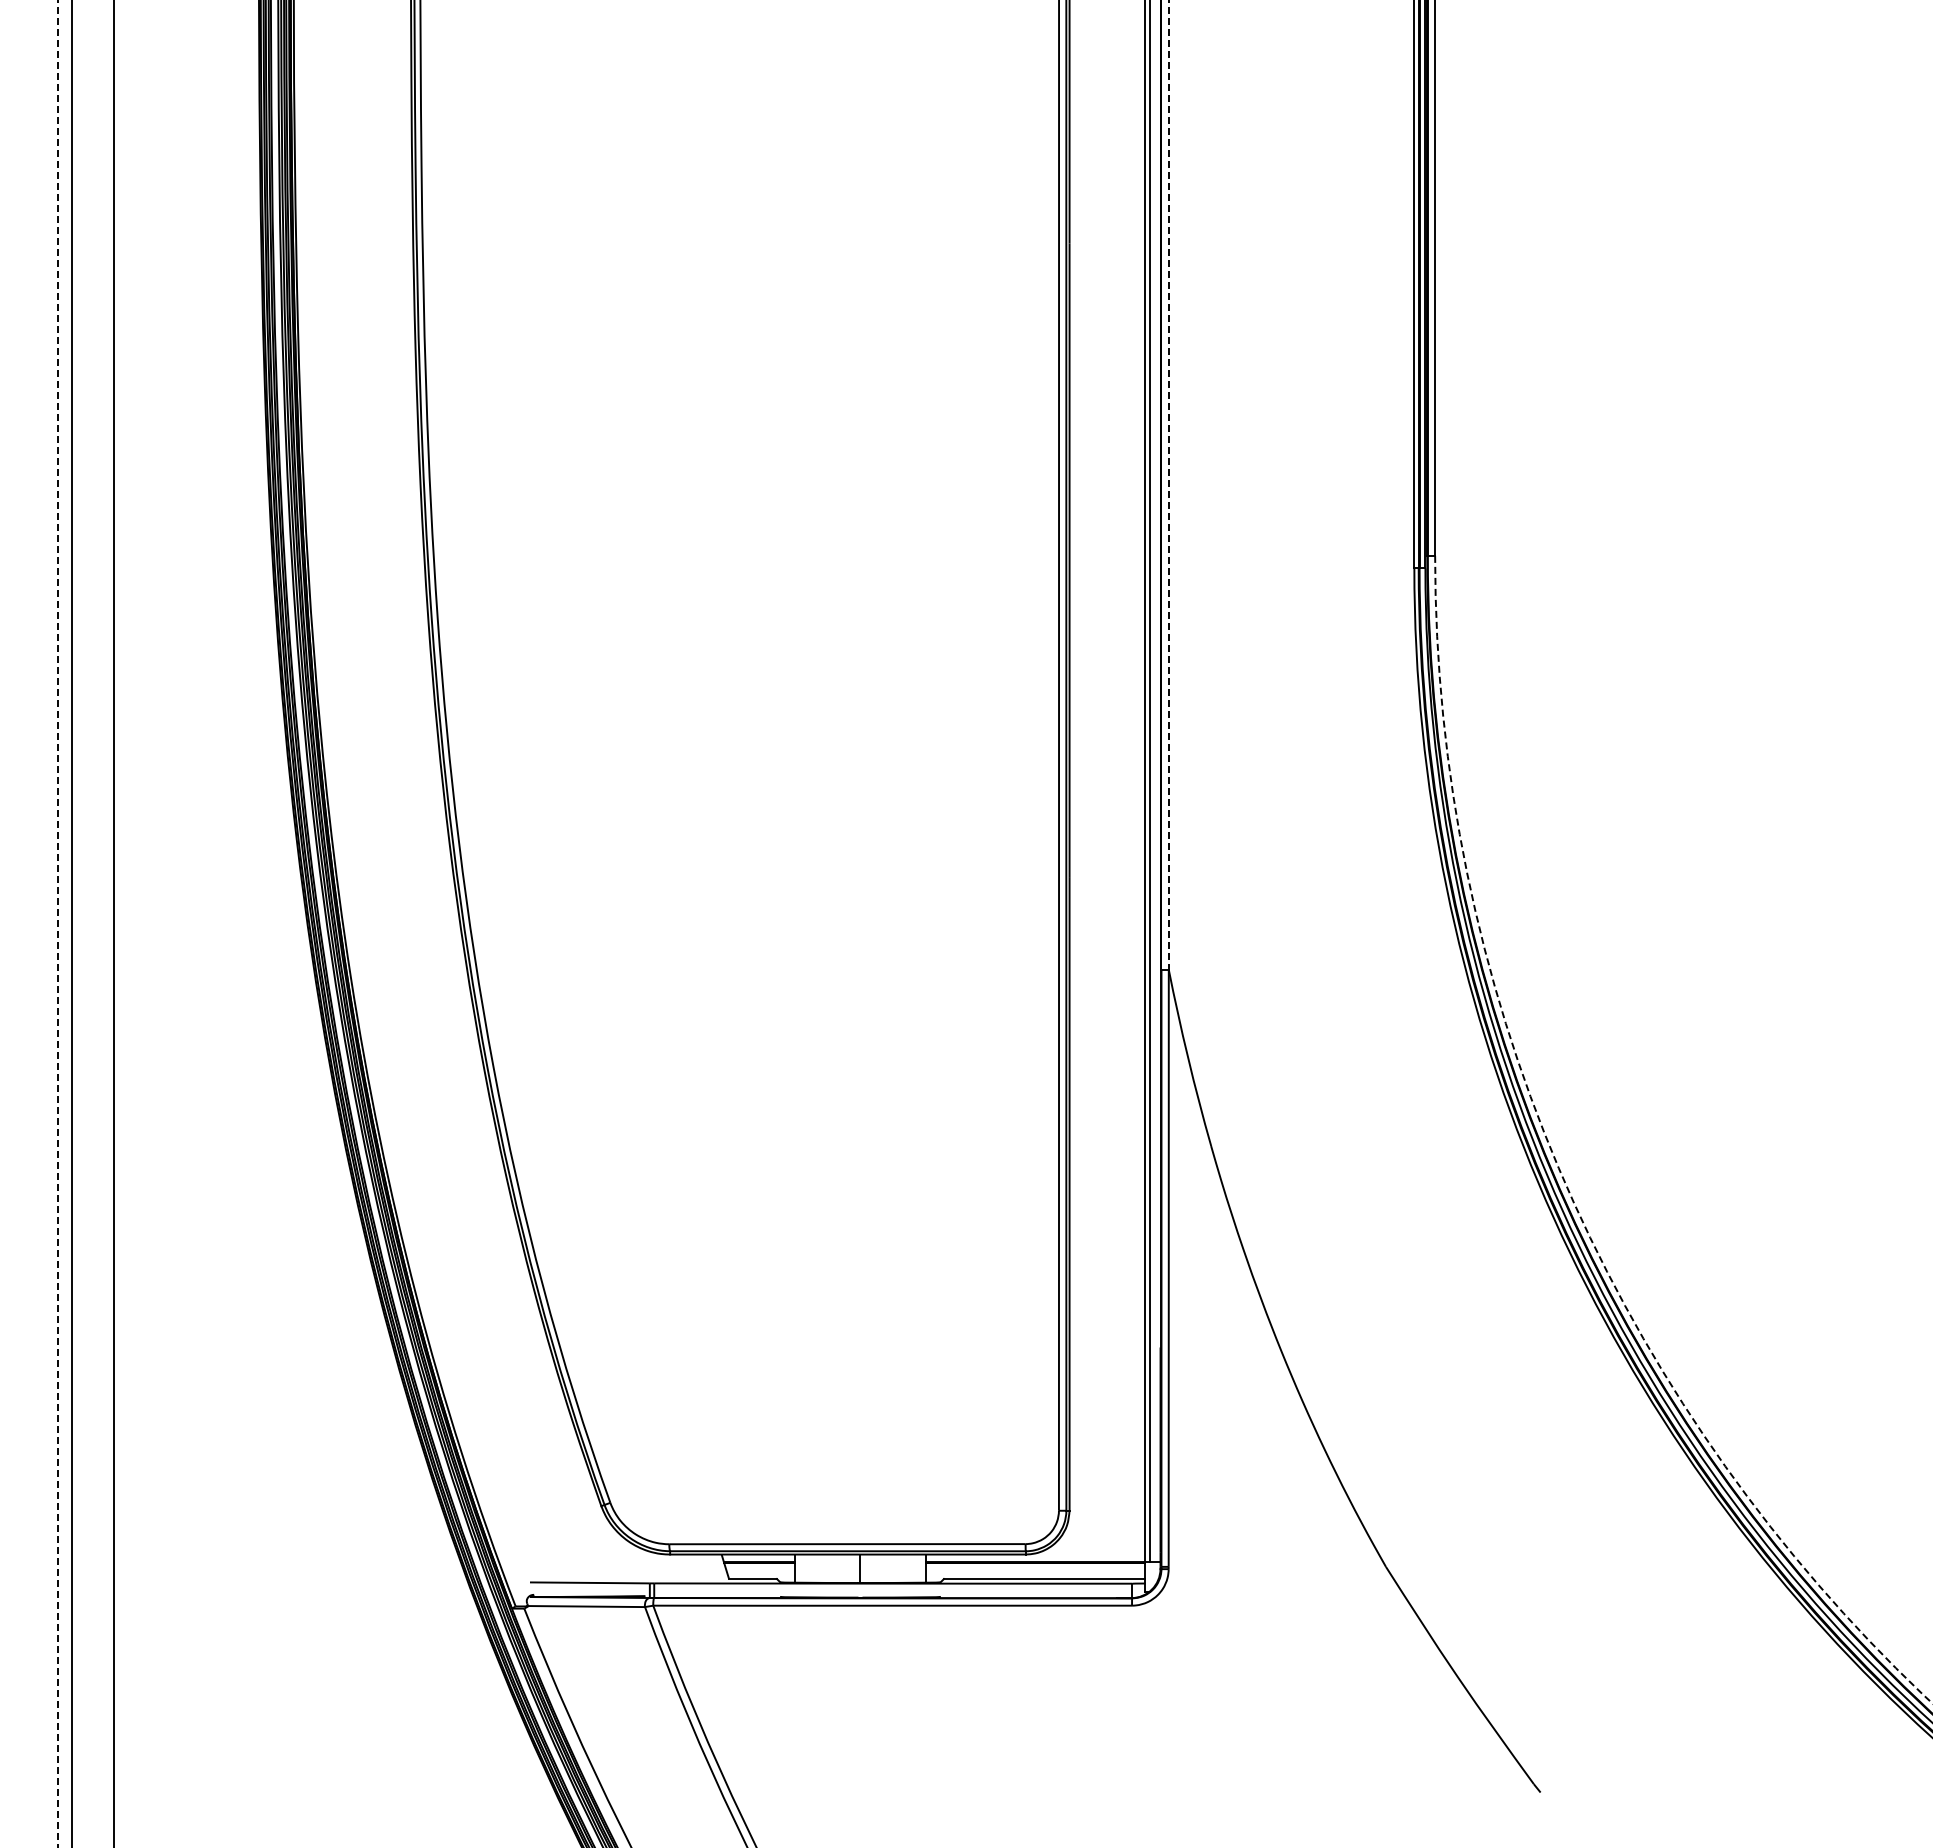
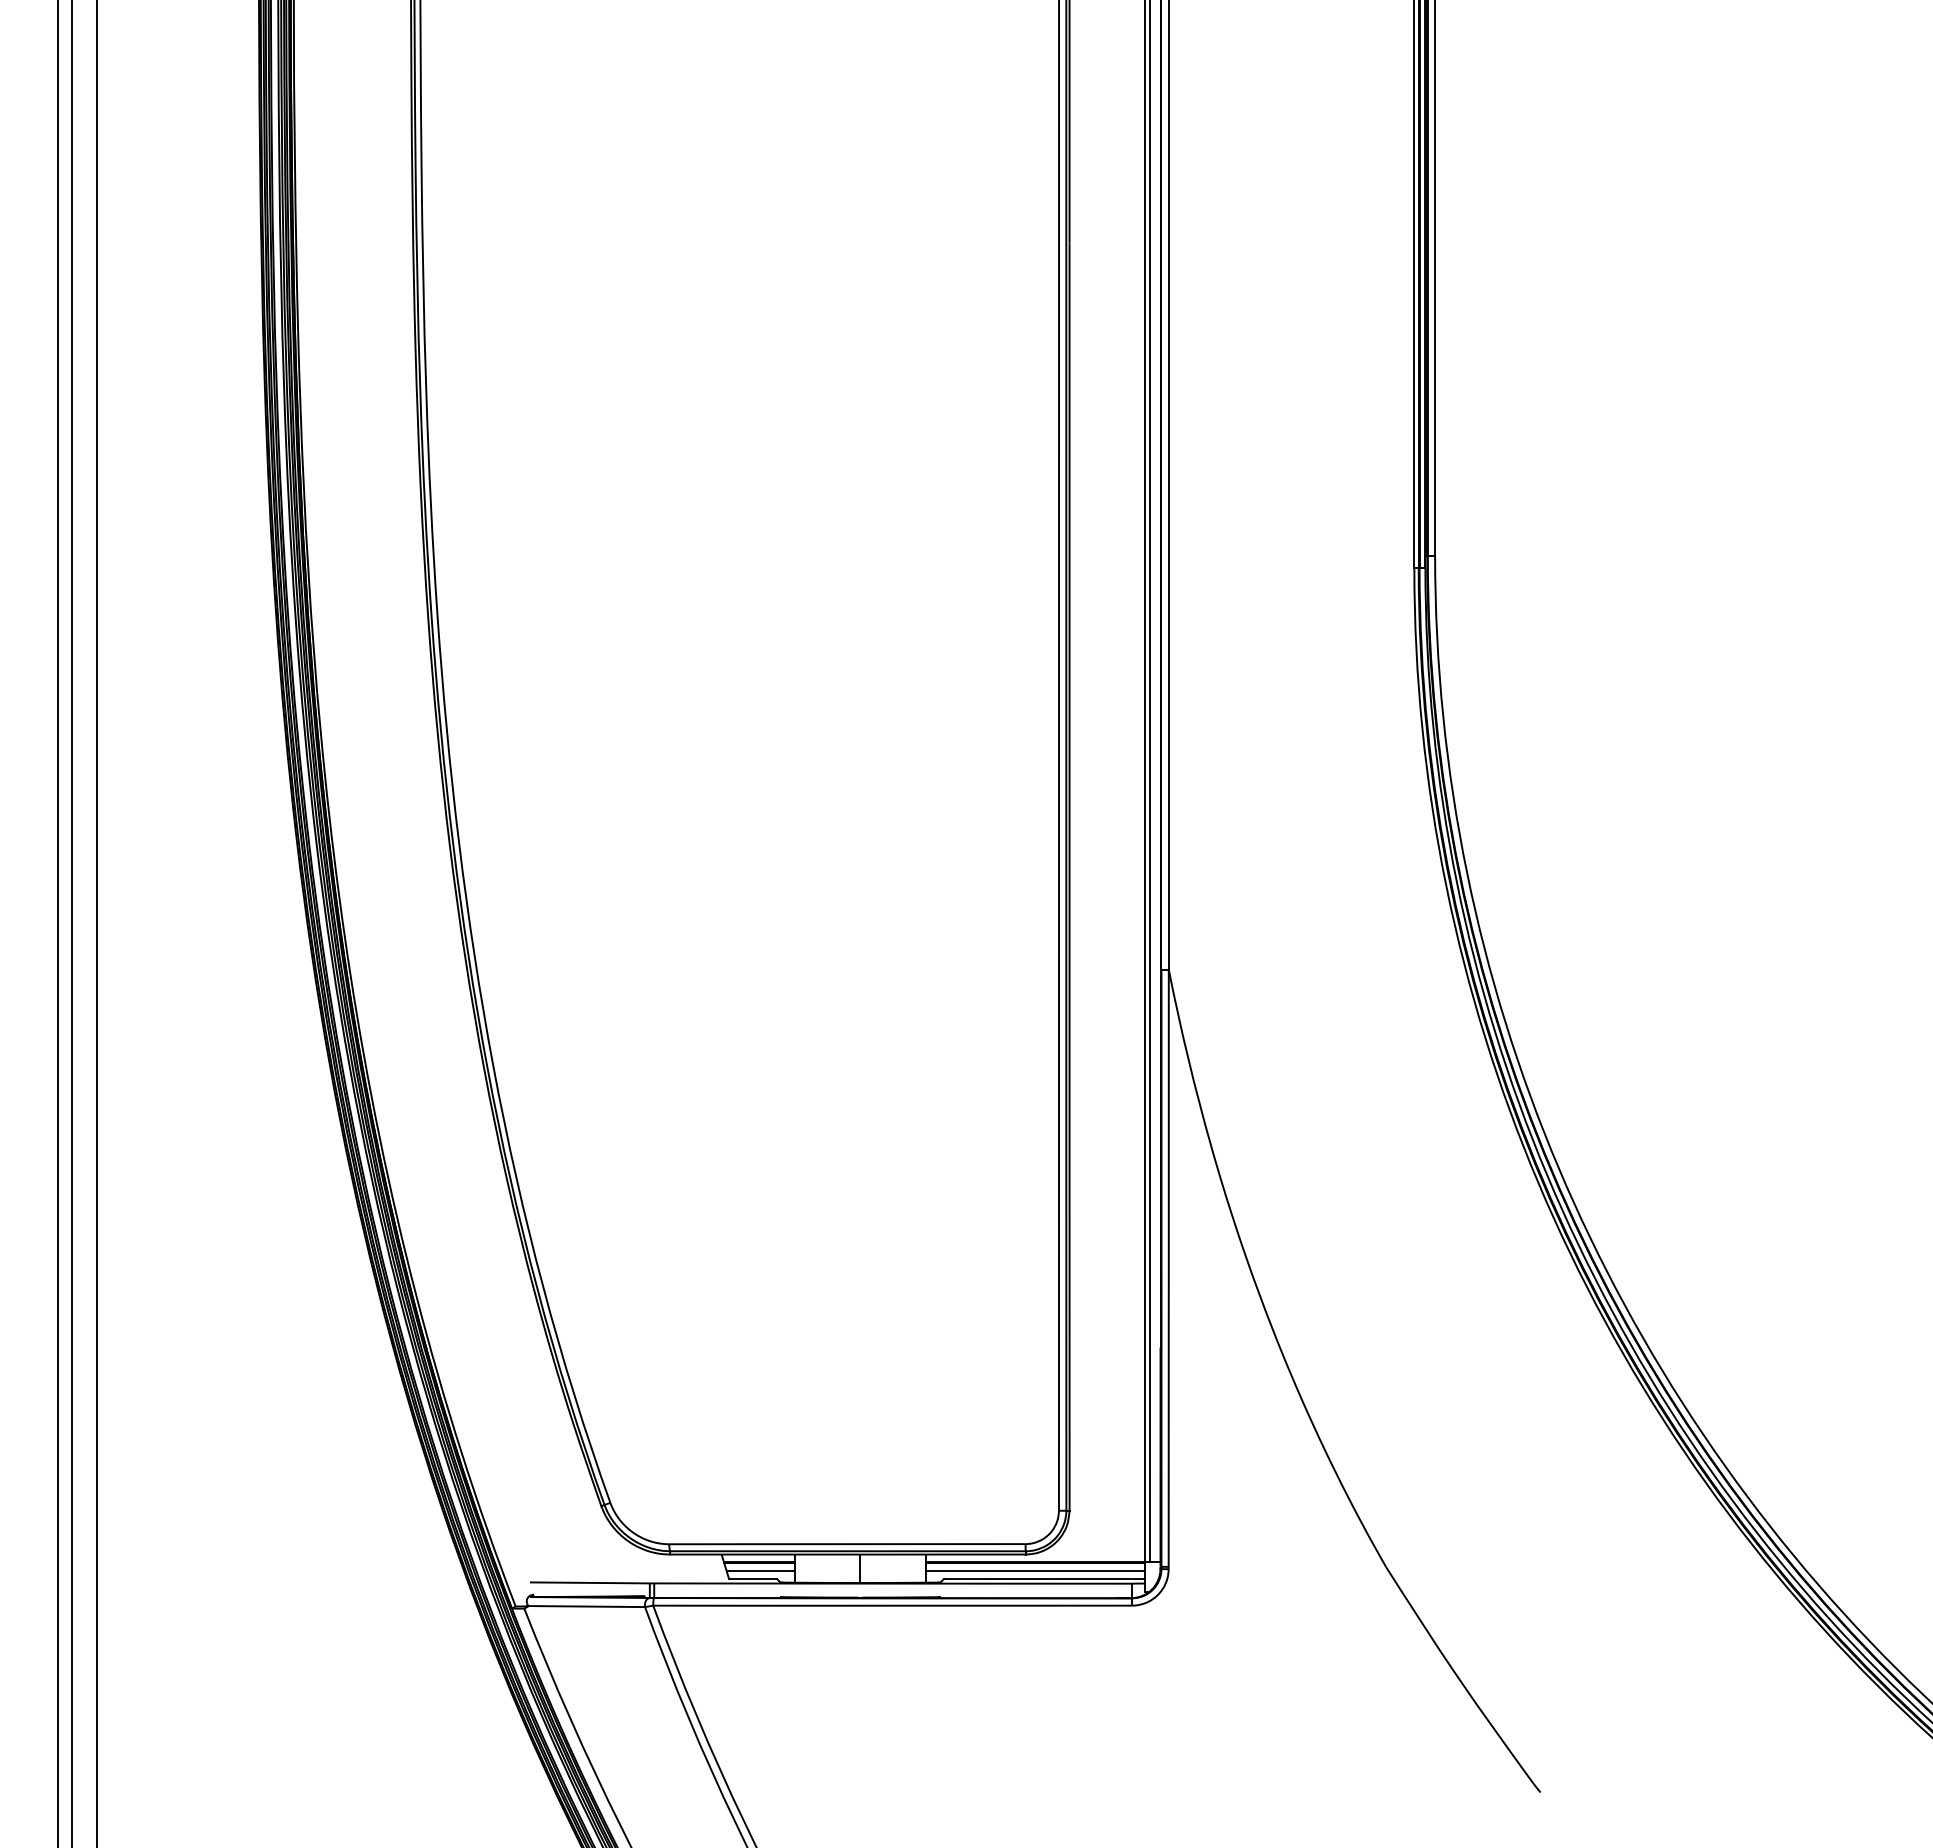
line at (1168, 485): dashed -> solid
line at (114, 923) position: (114, 923) -> (97, 923)
line at (57, 924): dashed -> solid
arc at (1564, 1181): dashed -> solid
line at (760, 1570): none -> present
line at (1035, 1570): none -> present
